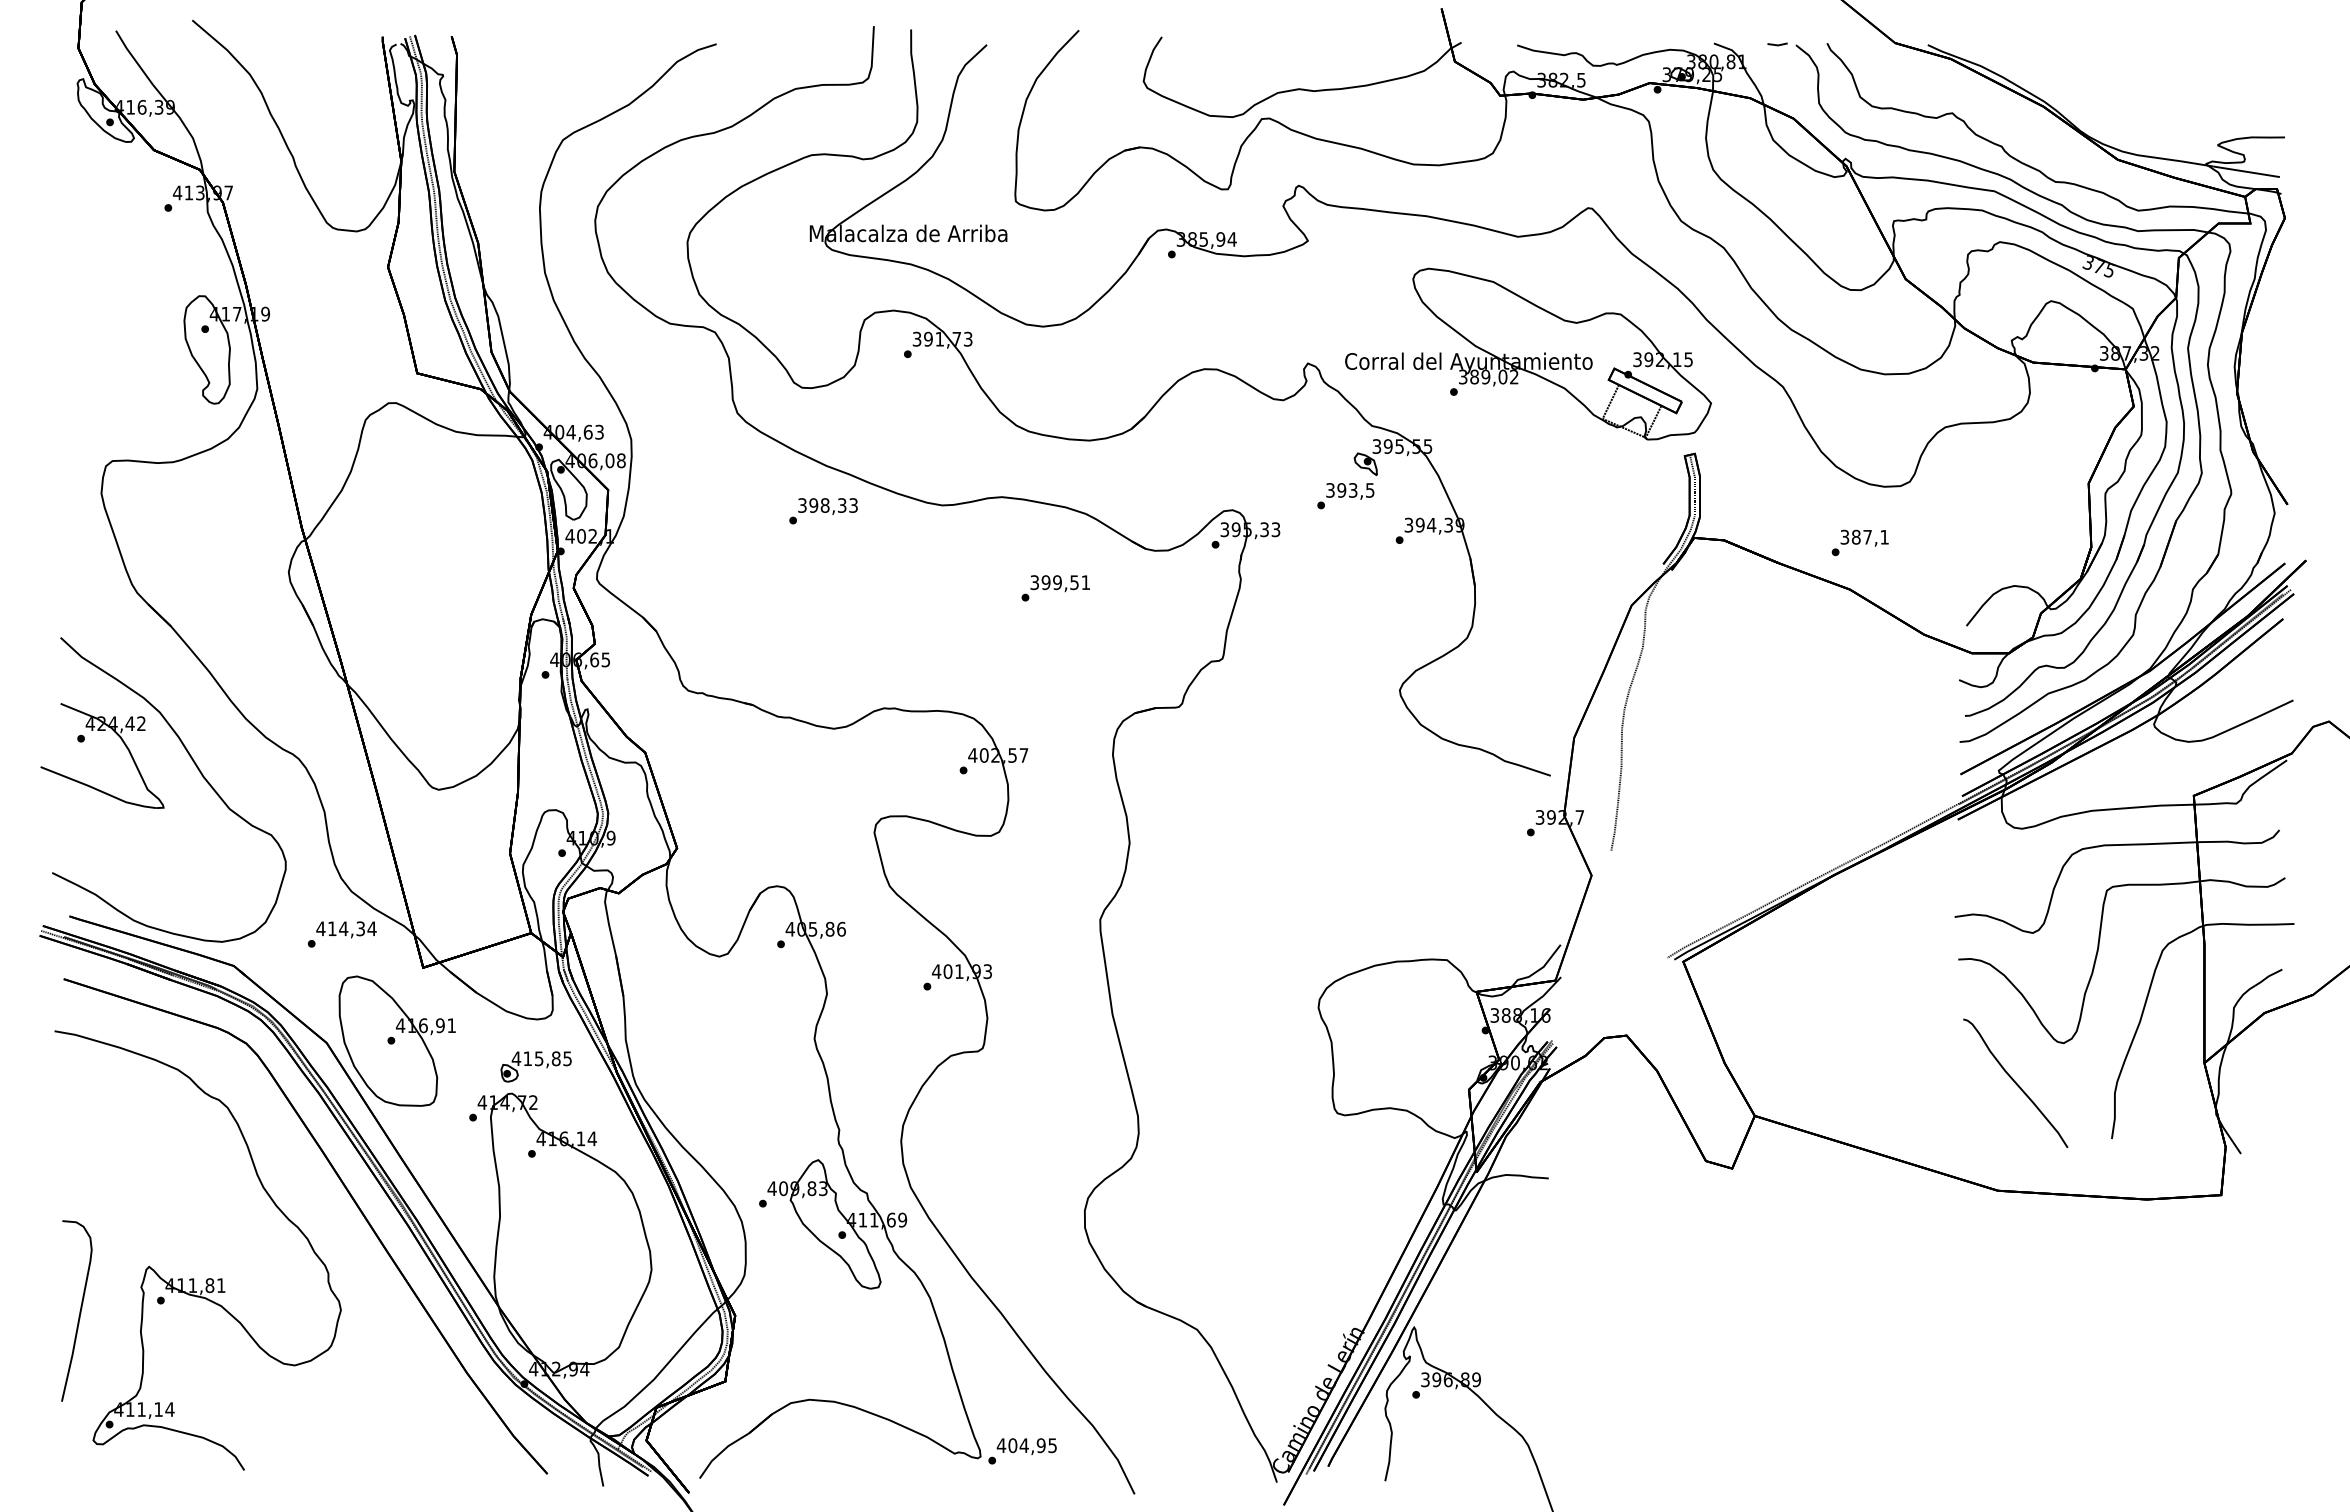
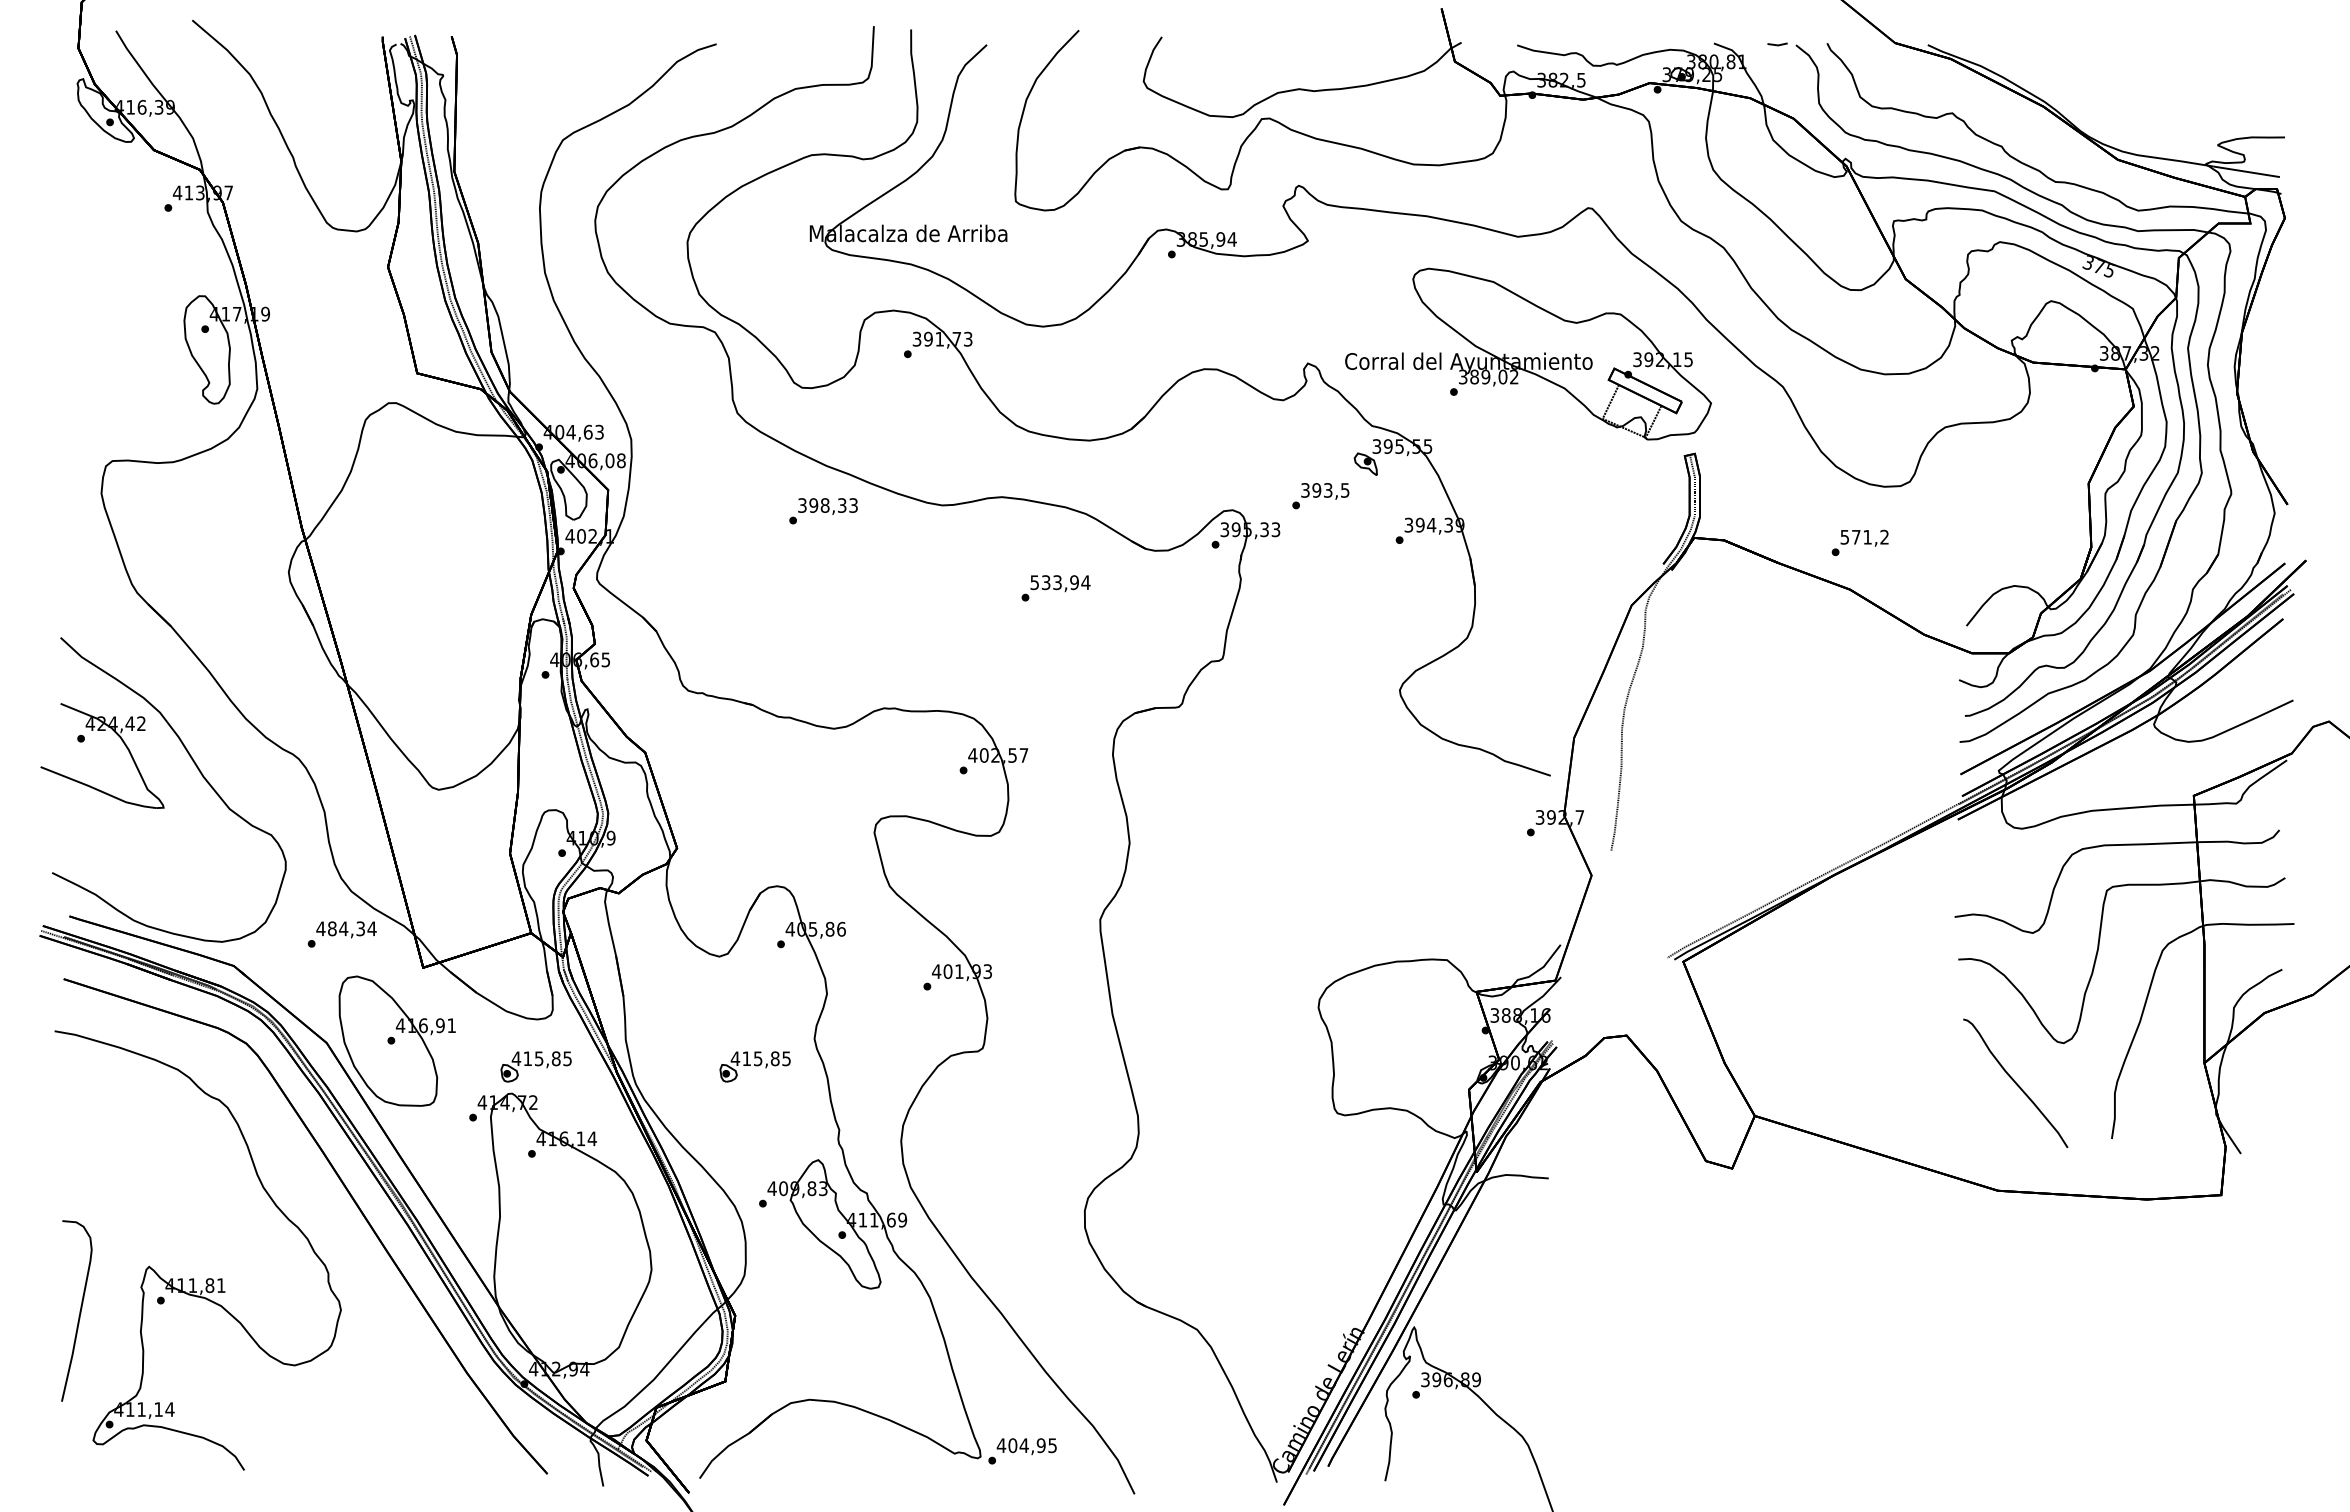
text at (1345, 496) position: (1345, 496) -> (1320, 496)
text at (1864, 536): 387,1 -> 571,2
text at (1060, 582): 399,51 -> 533,94
text at (332, 928): 414,34 -> 484,34
part at (754, 1066): none -> present
